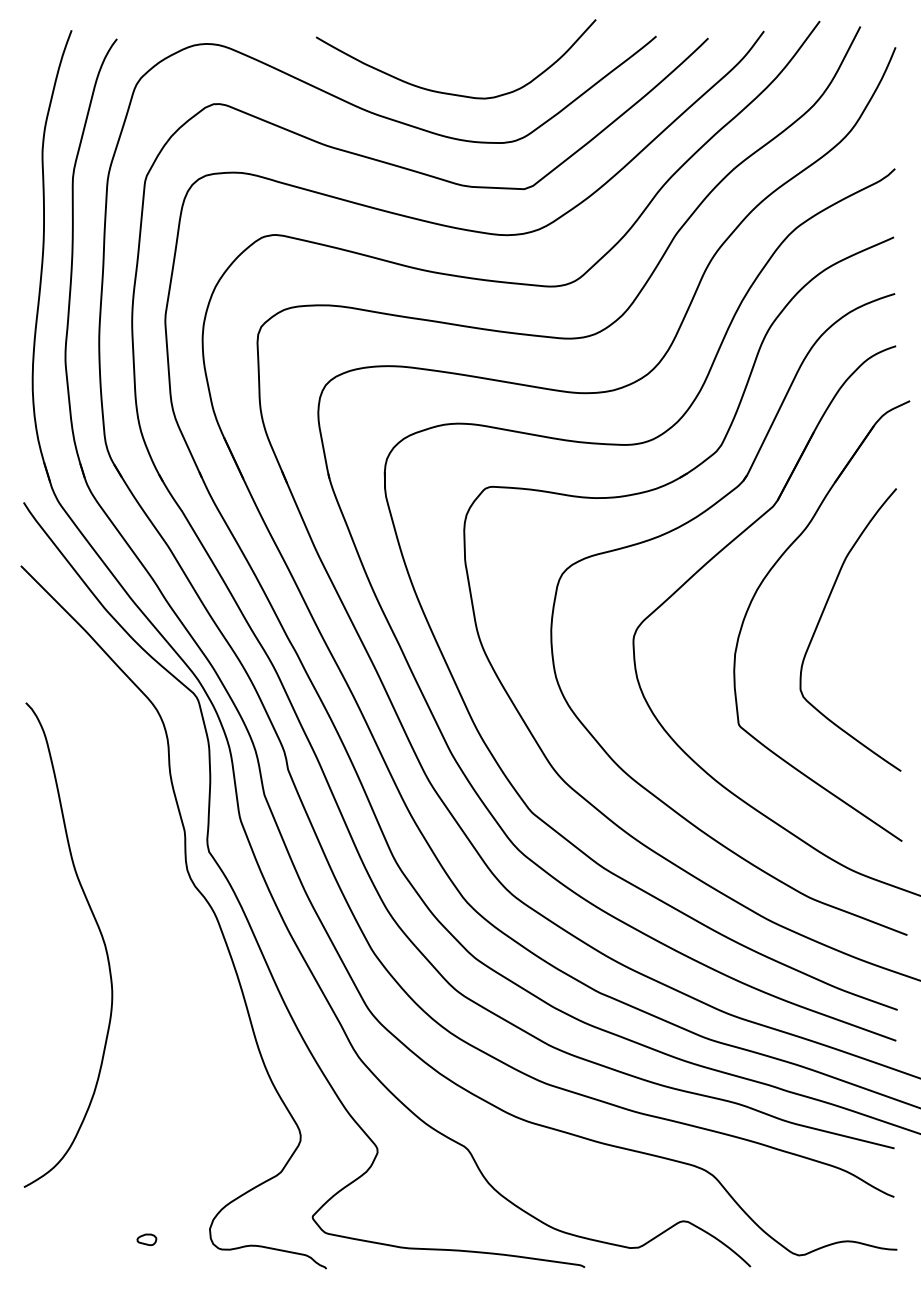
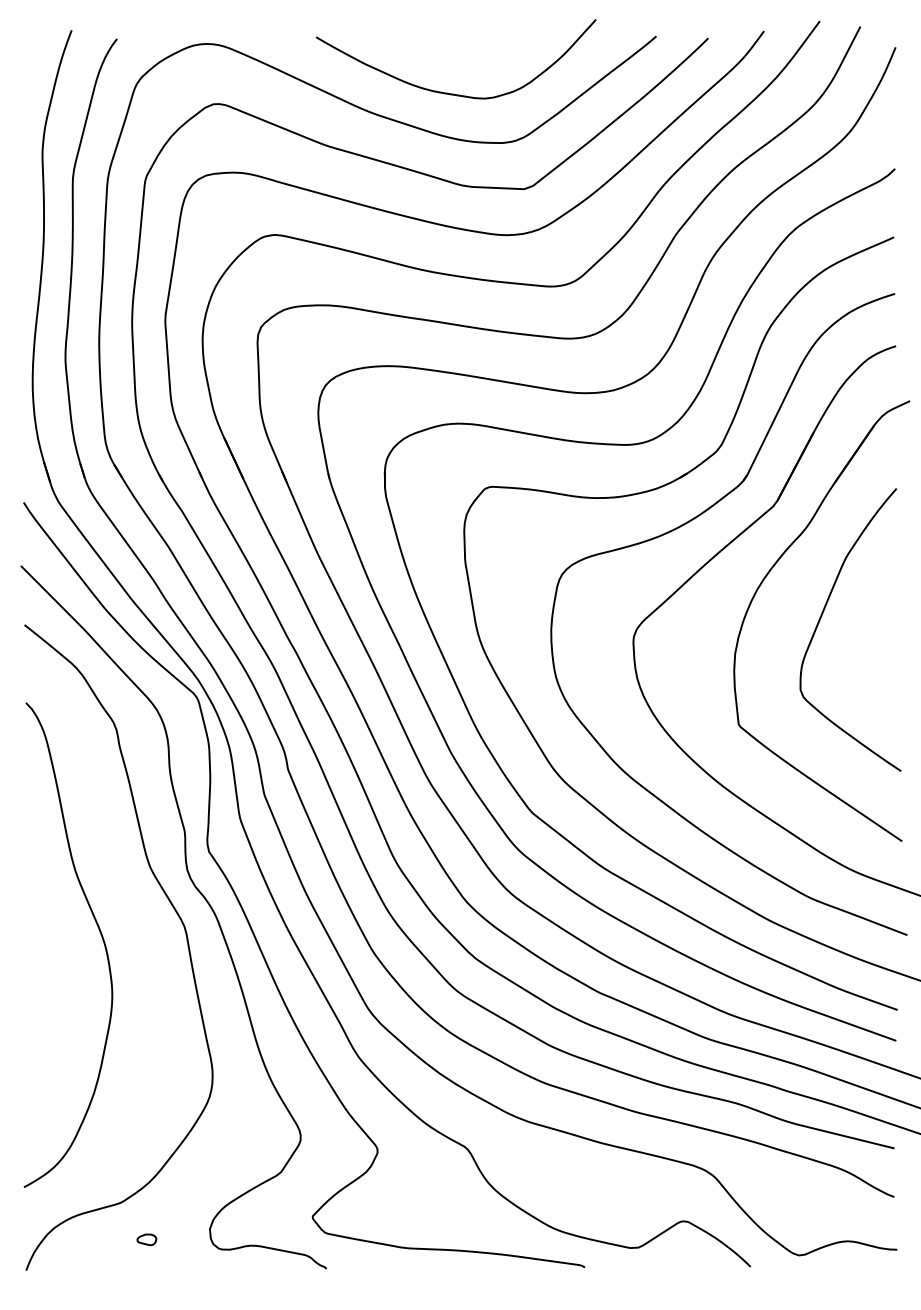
curve at (175, 912): none -> present
